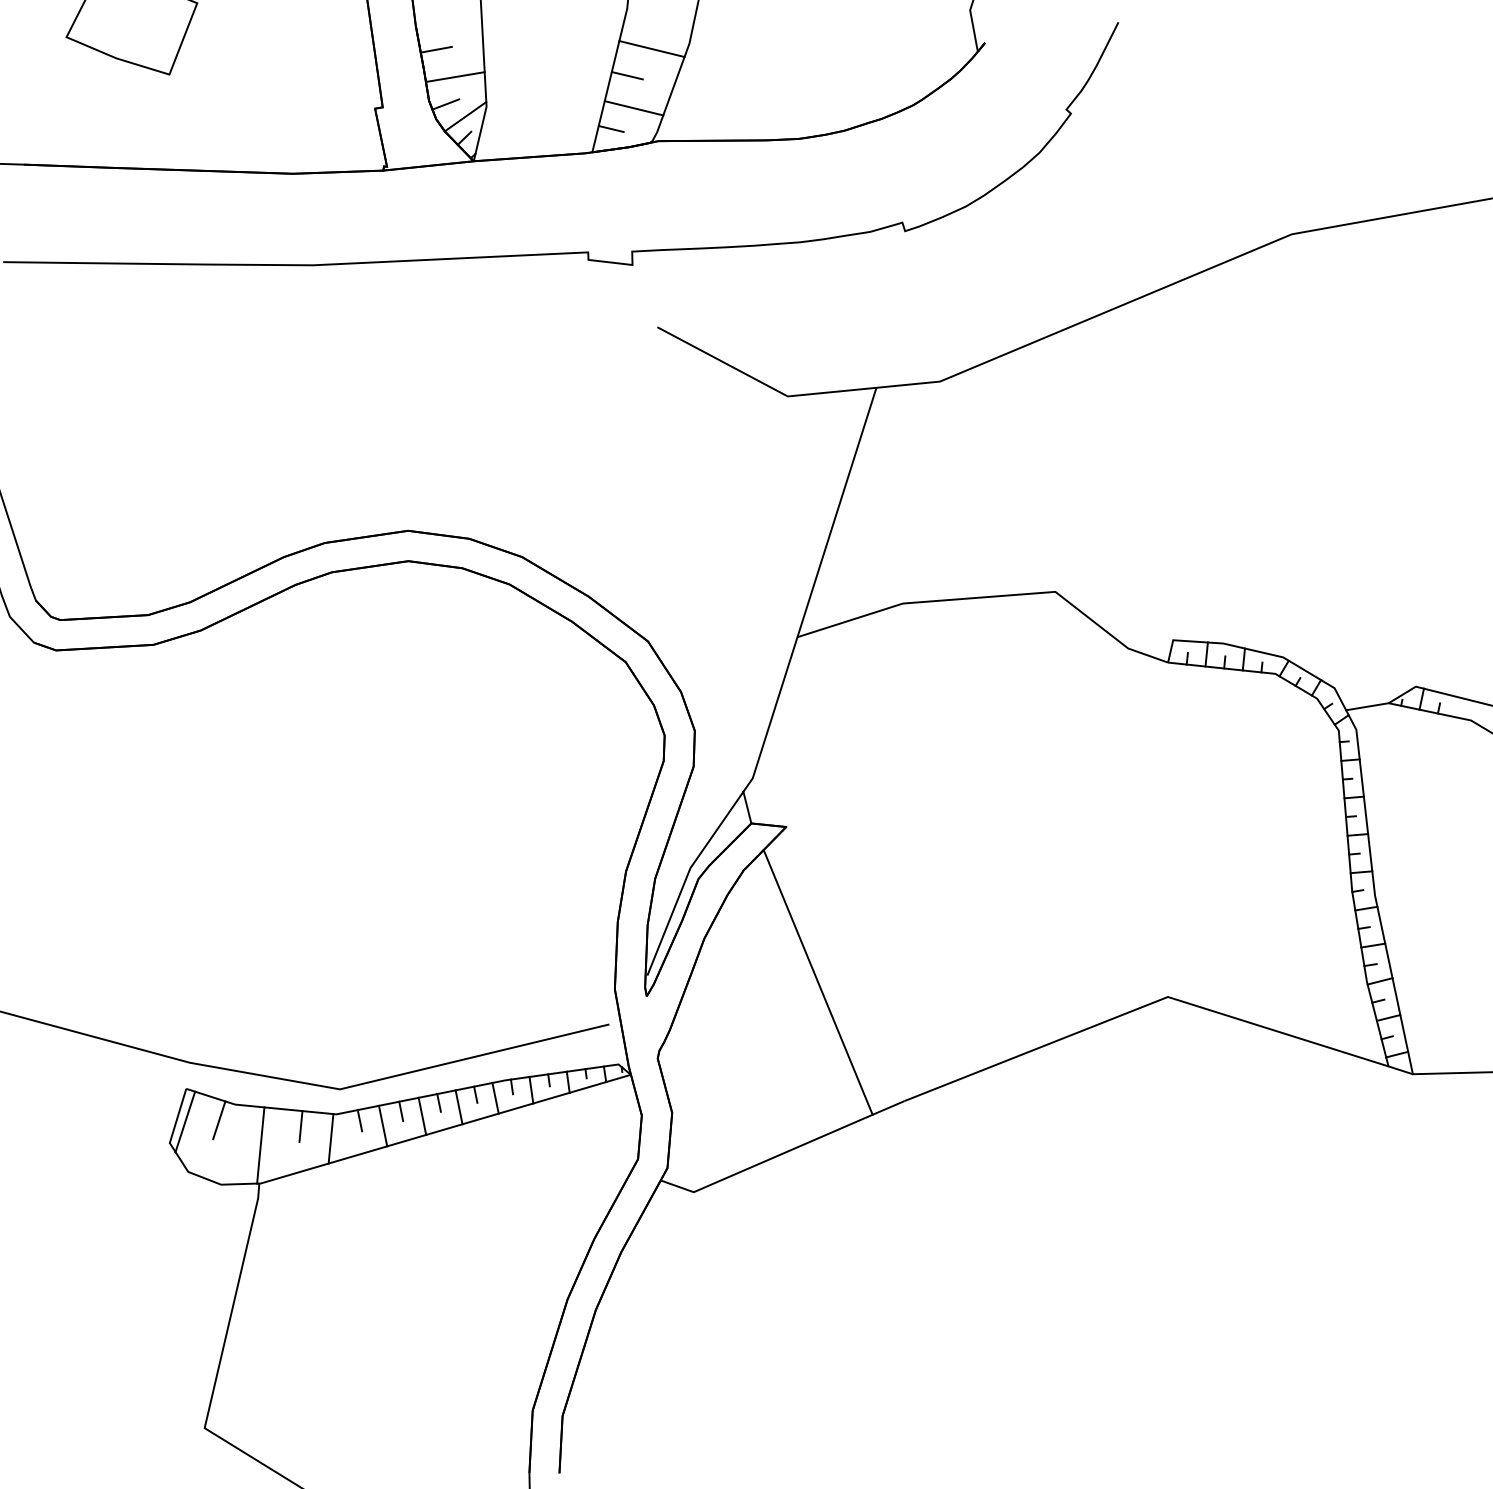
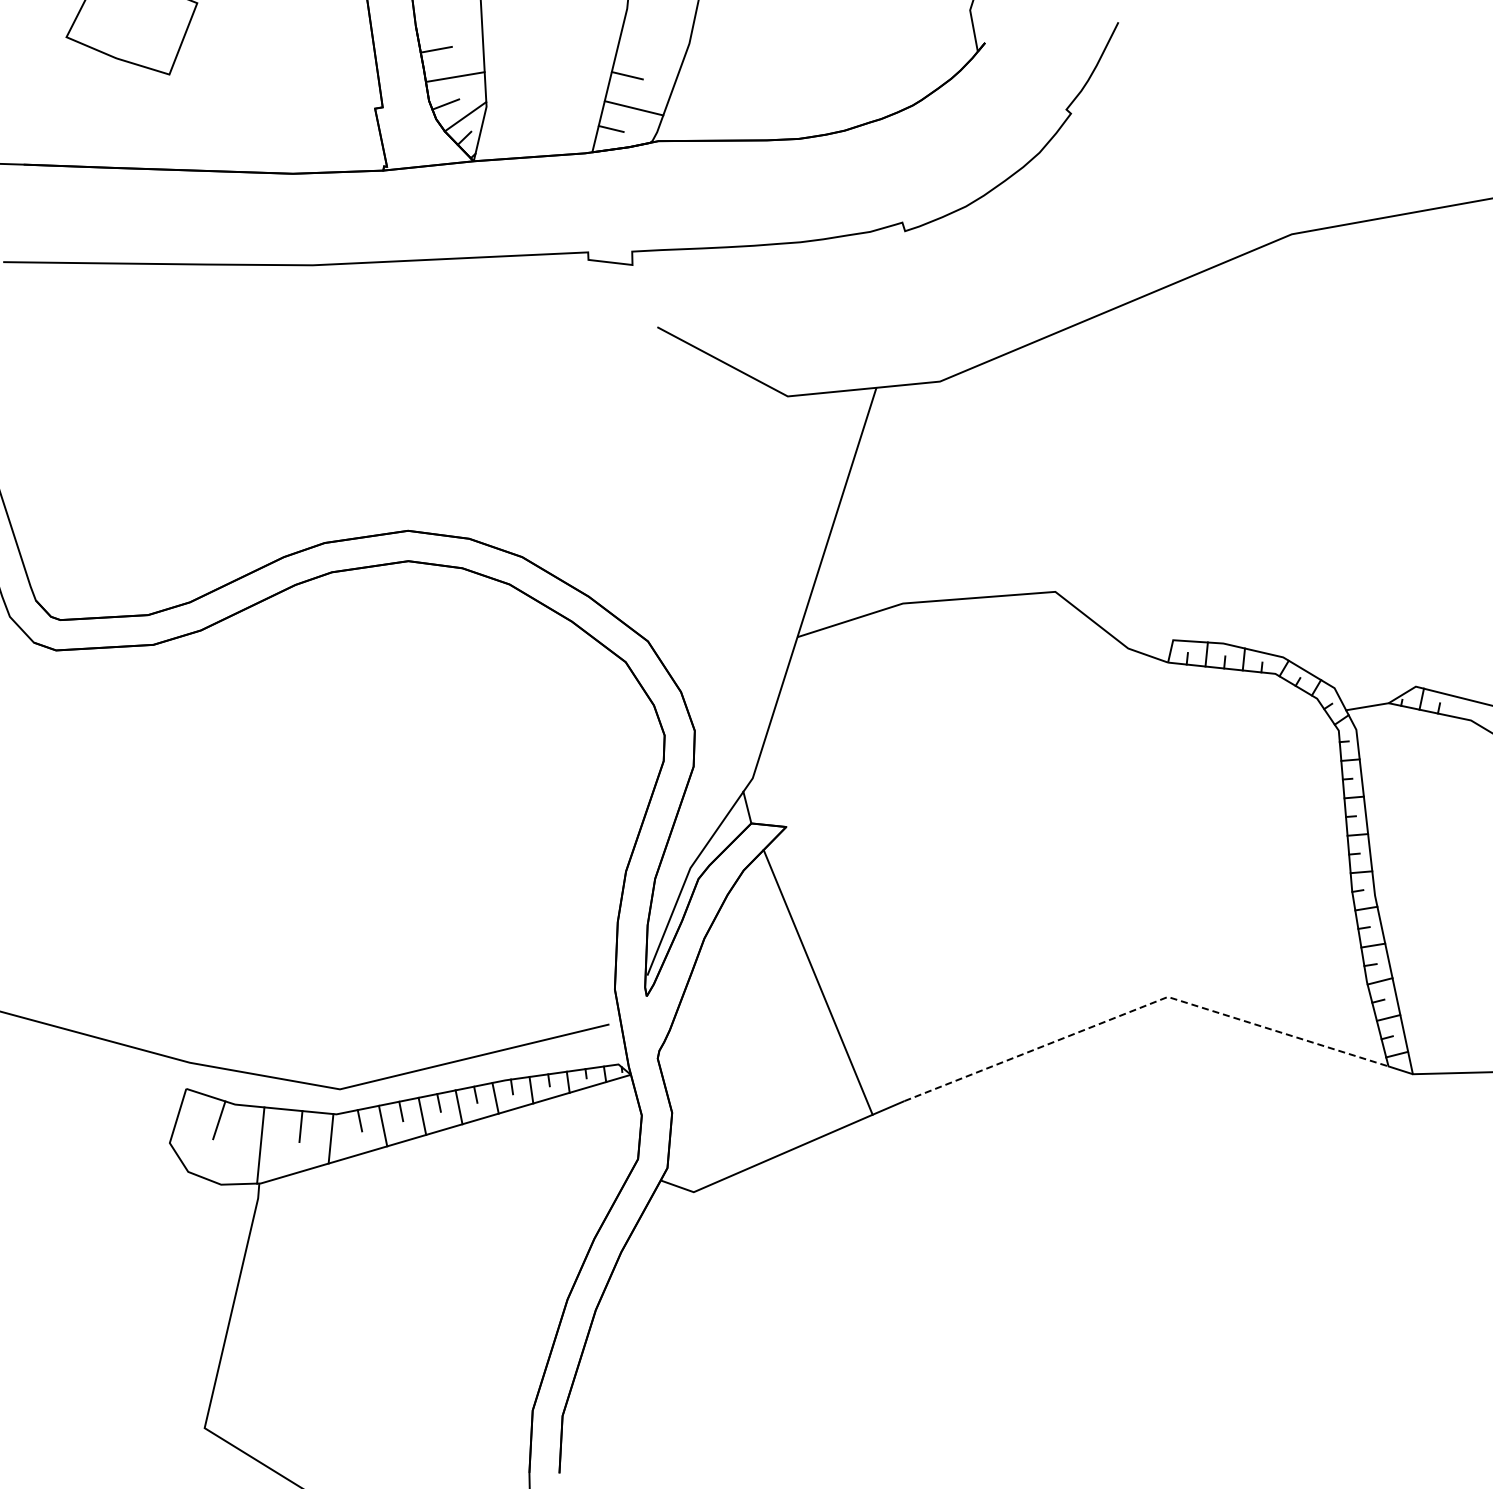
line at (651, 49): present -> none
line at (1144, 1006): solid -> dashed
line at (185, 1121): present -> none
